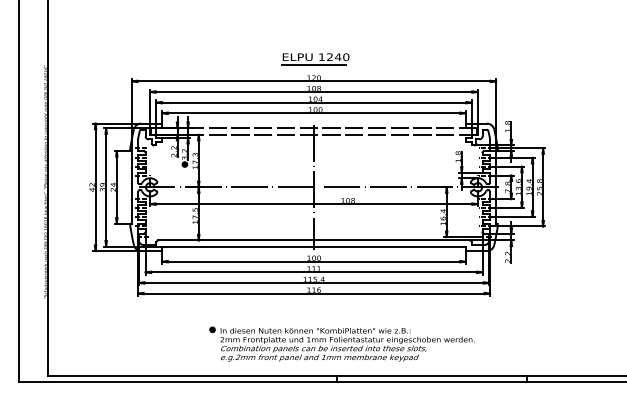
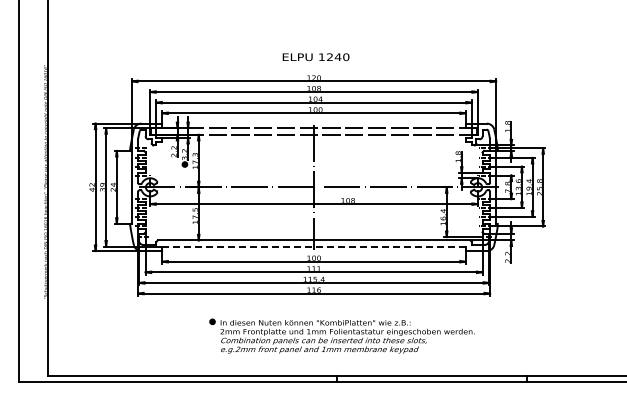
line at (313, 64): present -> none
line at (314, 246): solid -> dashed
part at (341, 343) position: (341, 343) -> (341, 335)
